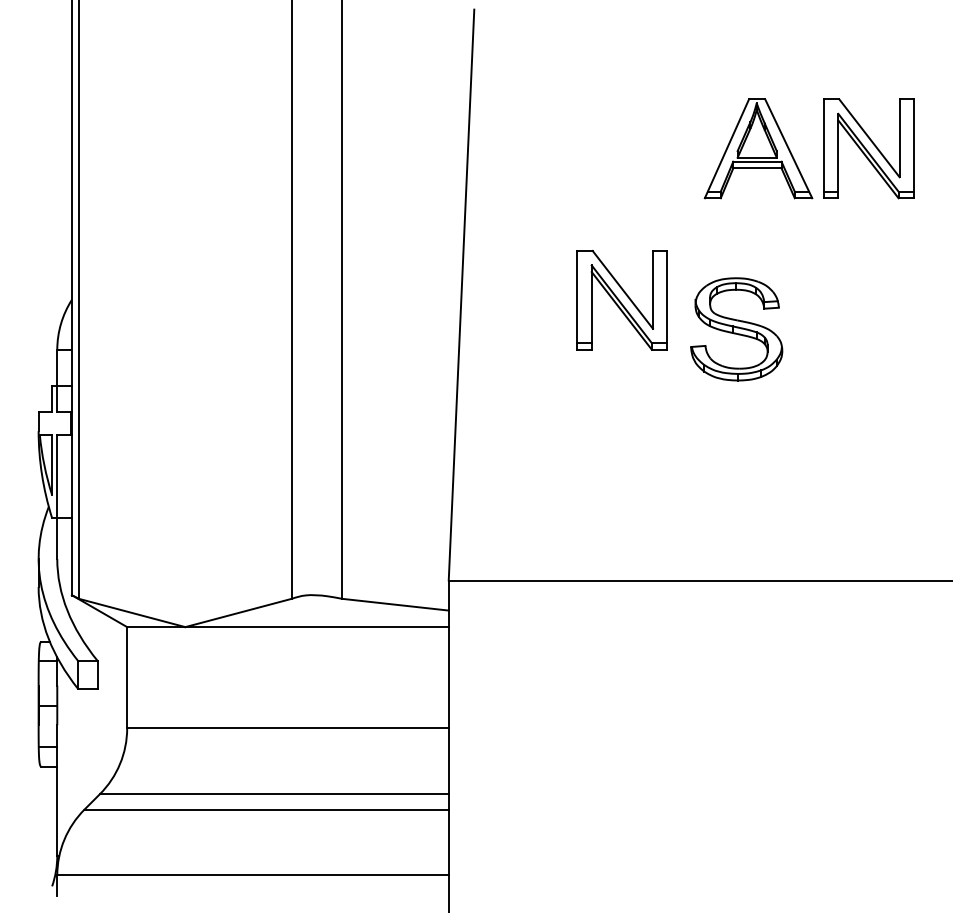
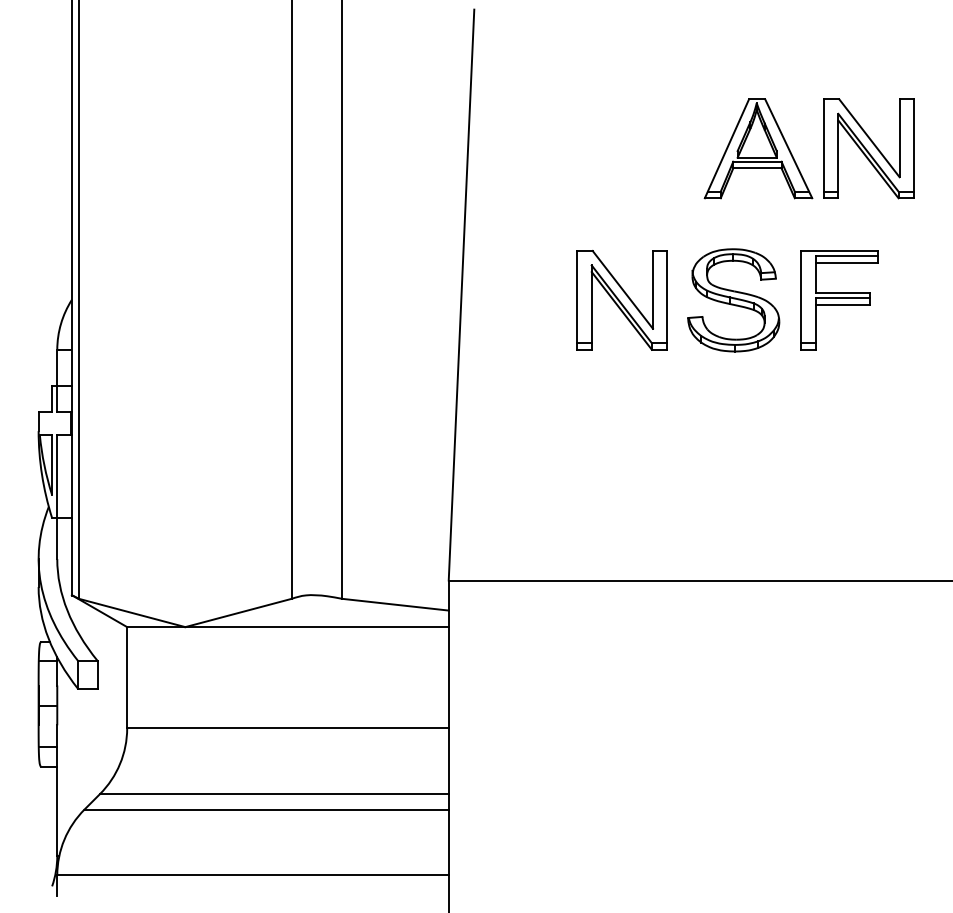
part at (839, 300): none -> present
part at (736, 329) position: (736, 329) -> (733, 300)
